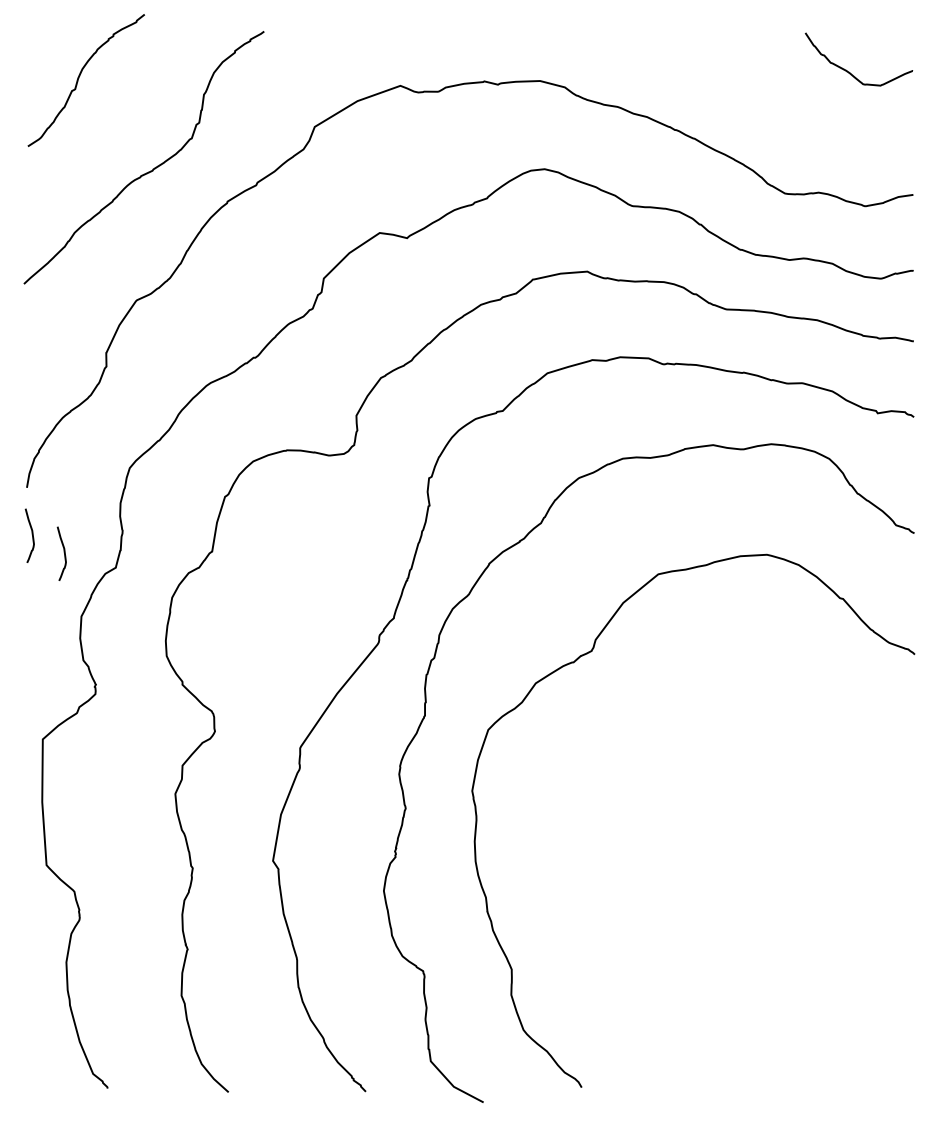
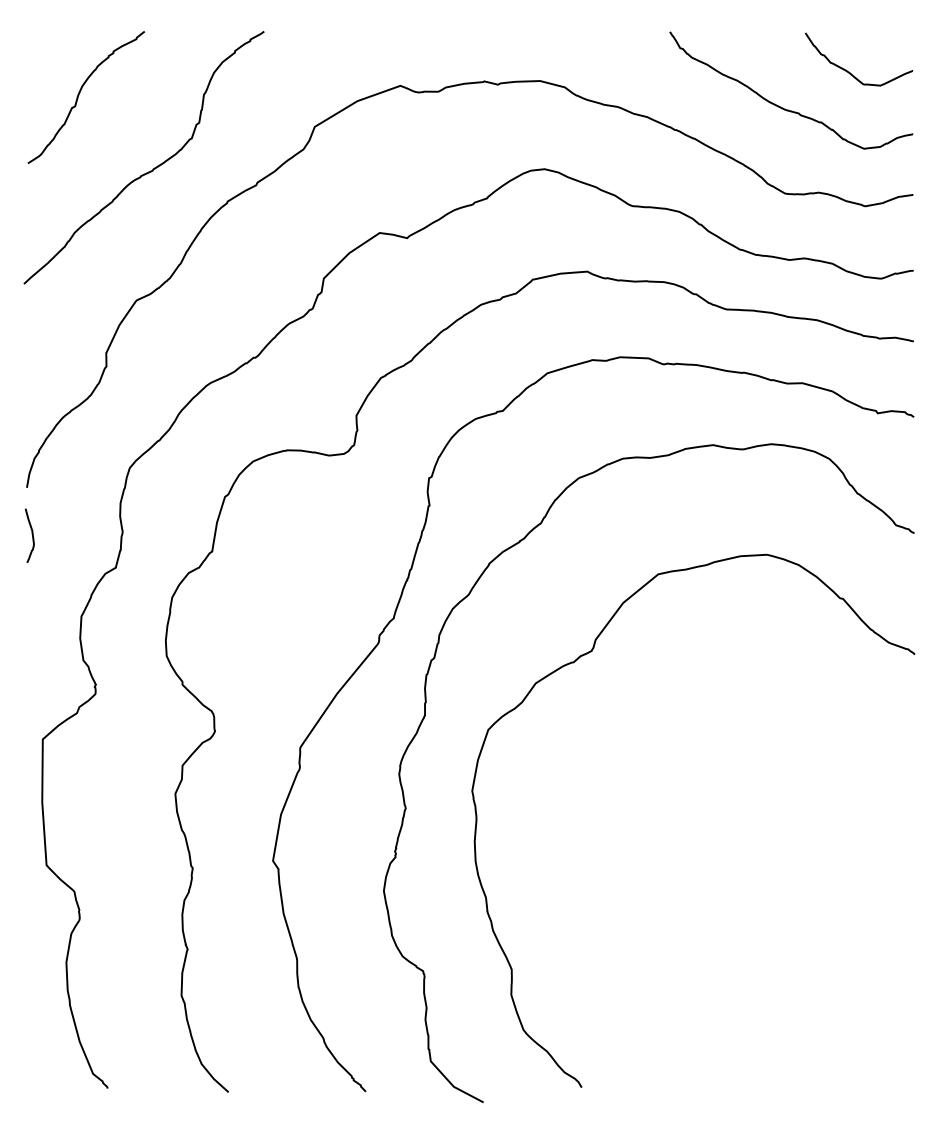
curve at (79, 78) position: (79, 78) -> (79, 95)
curve at (783, 107): none -> present
curve at (63, 552): present -> none
